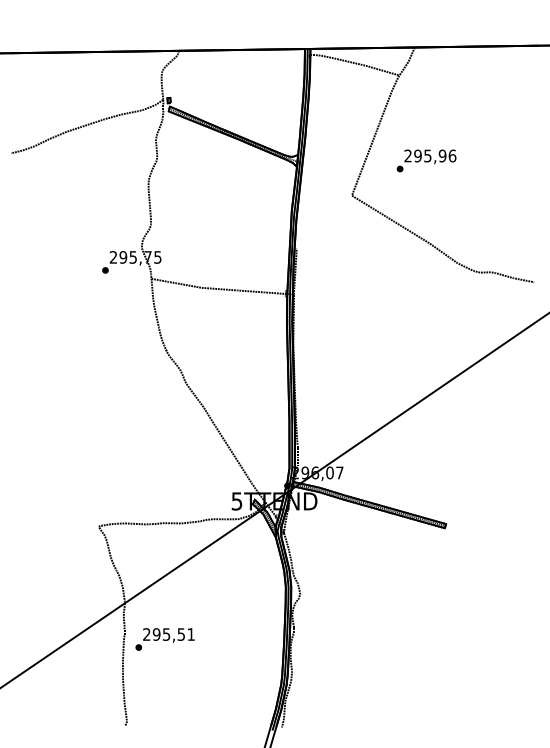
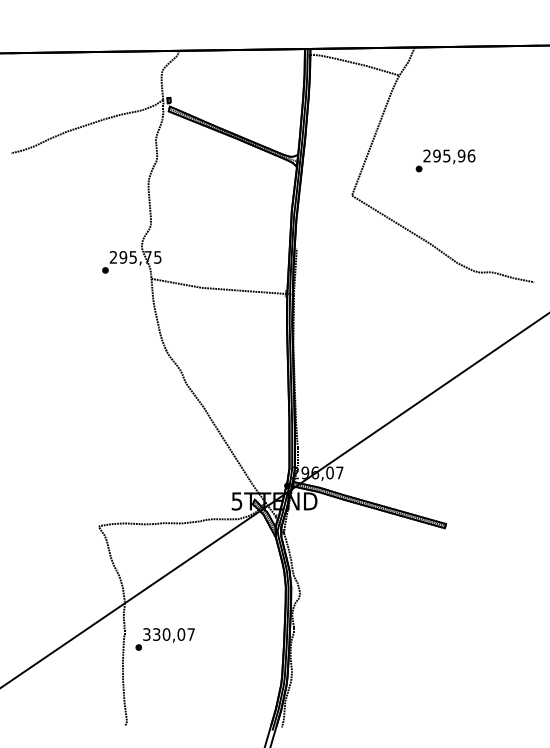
text at (426, 160) position: (426, 160) -> (445, 160)
text at (168, 634): 295,51 -> 330,07
